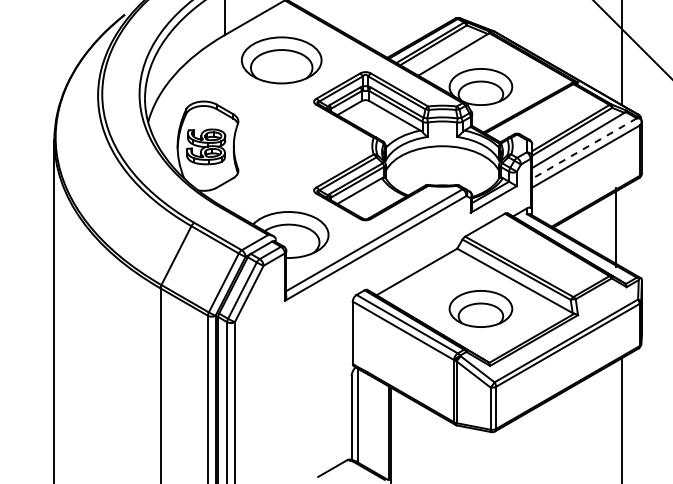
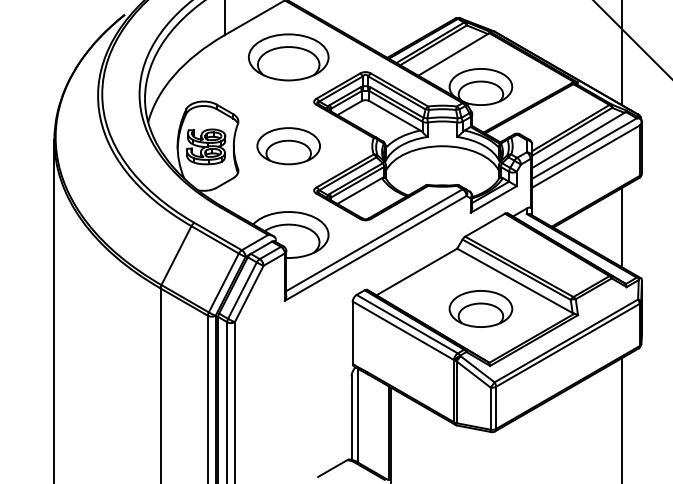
part at (281, 60) position: (281, 60) -> (288, 57)
part at (288, 146): none -> present
line at (584, 148): dashed -> solid
line at (615, 227) position: (615, 227) -> (621, 227)
